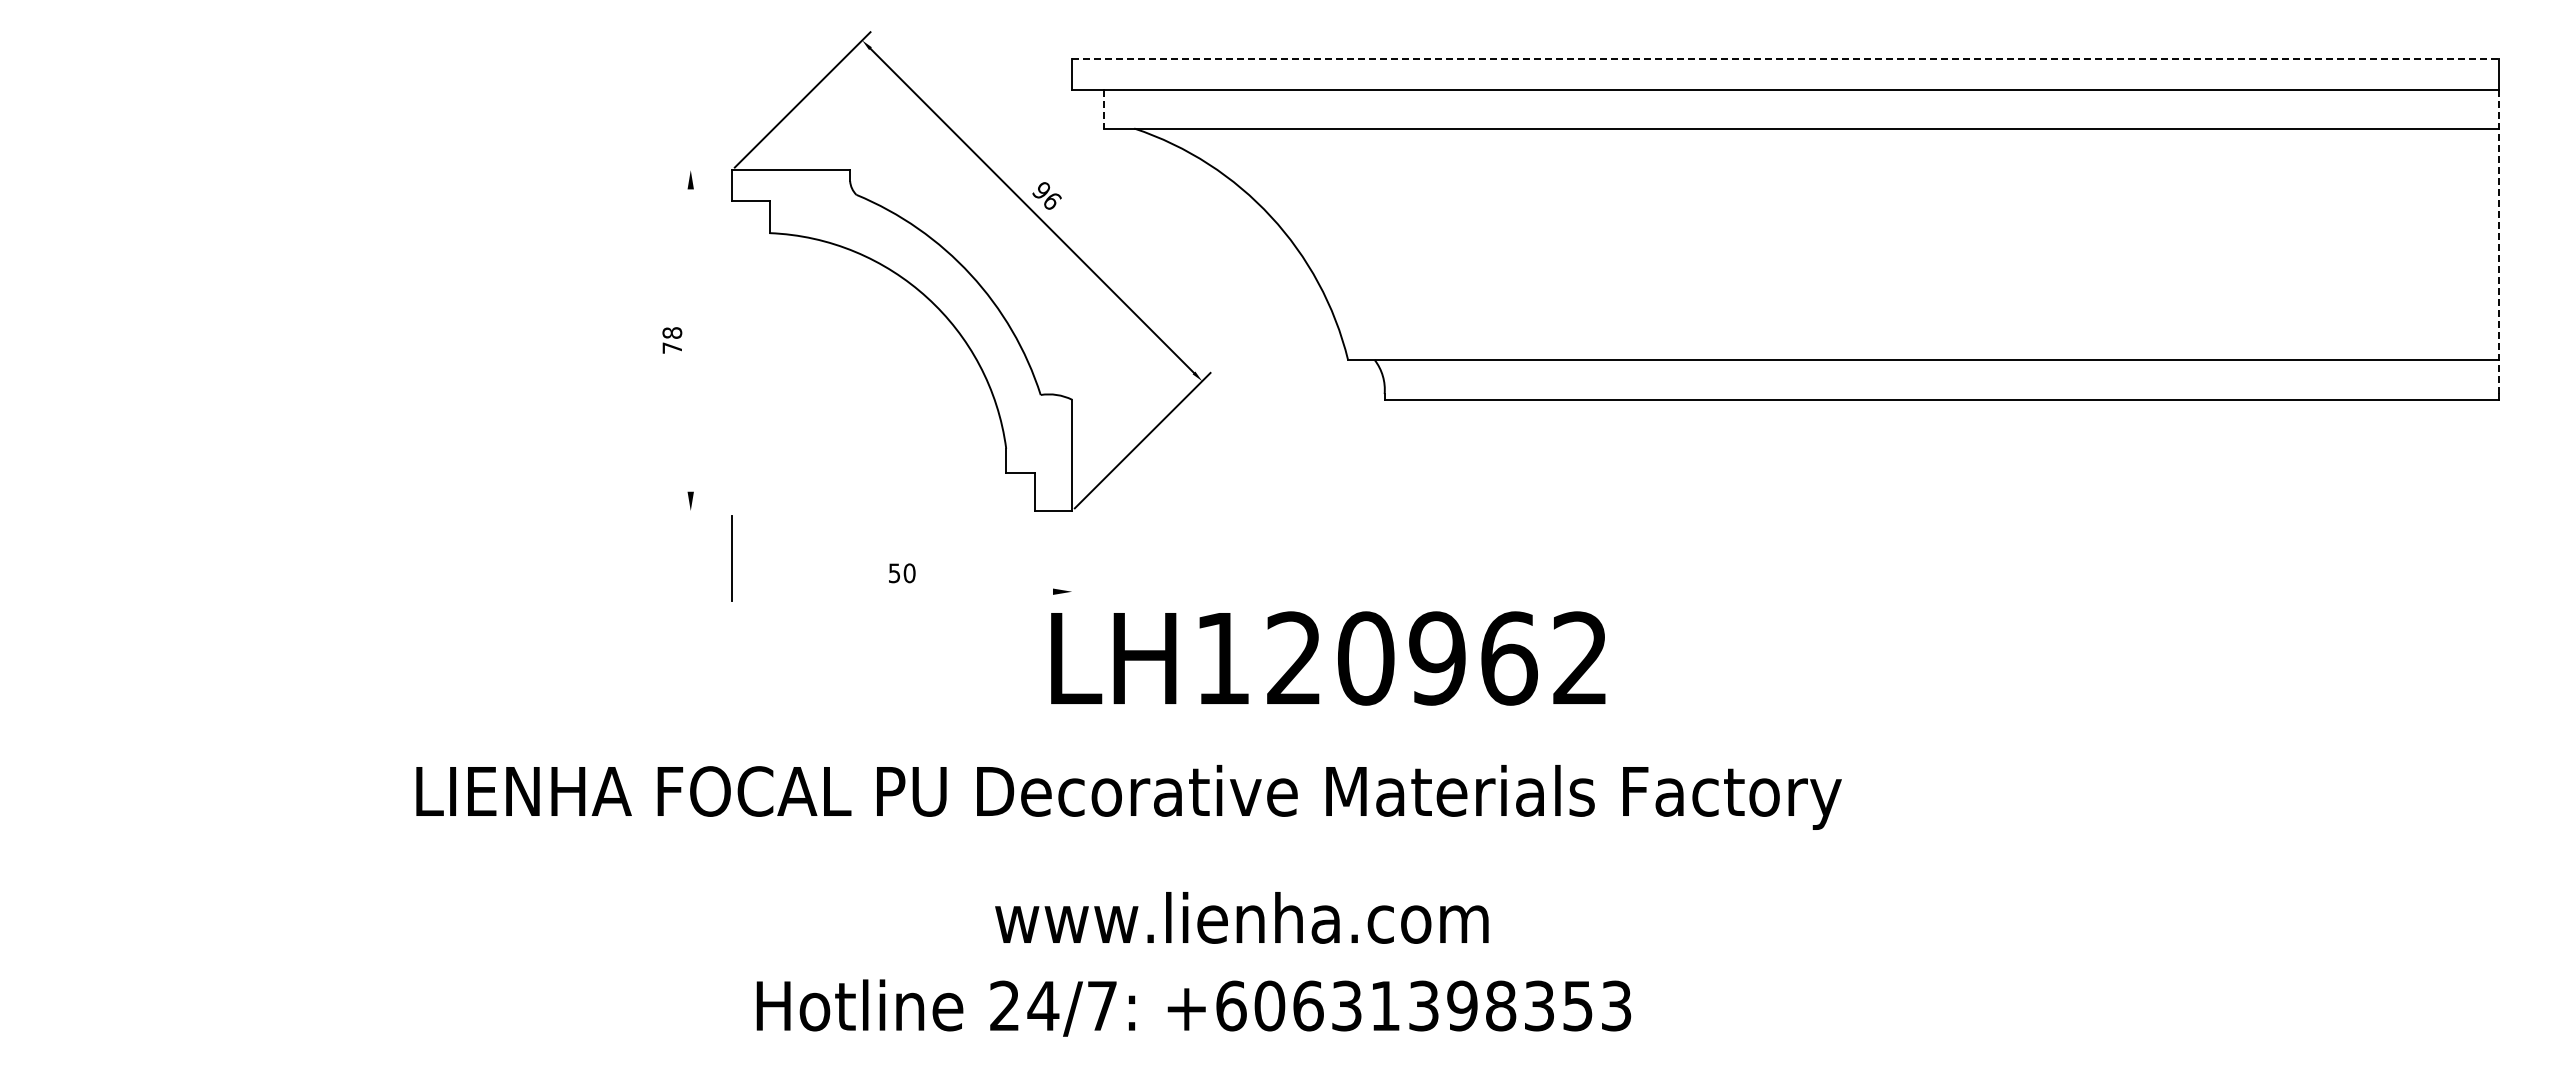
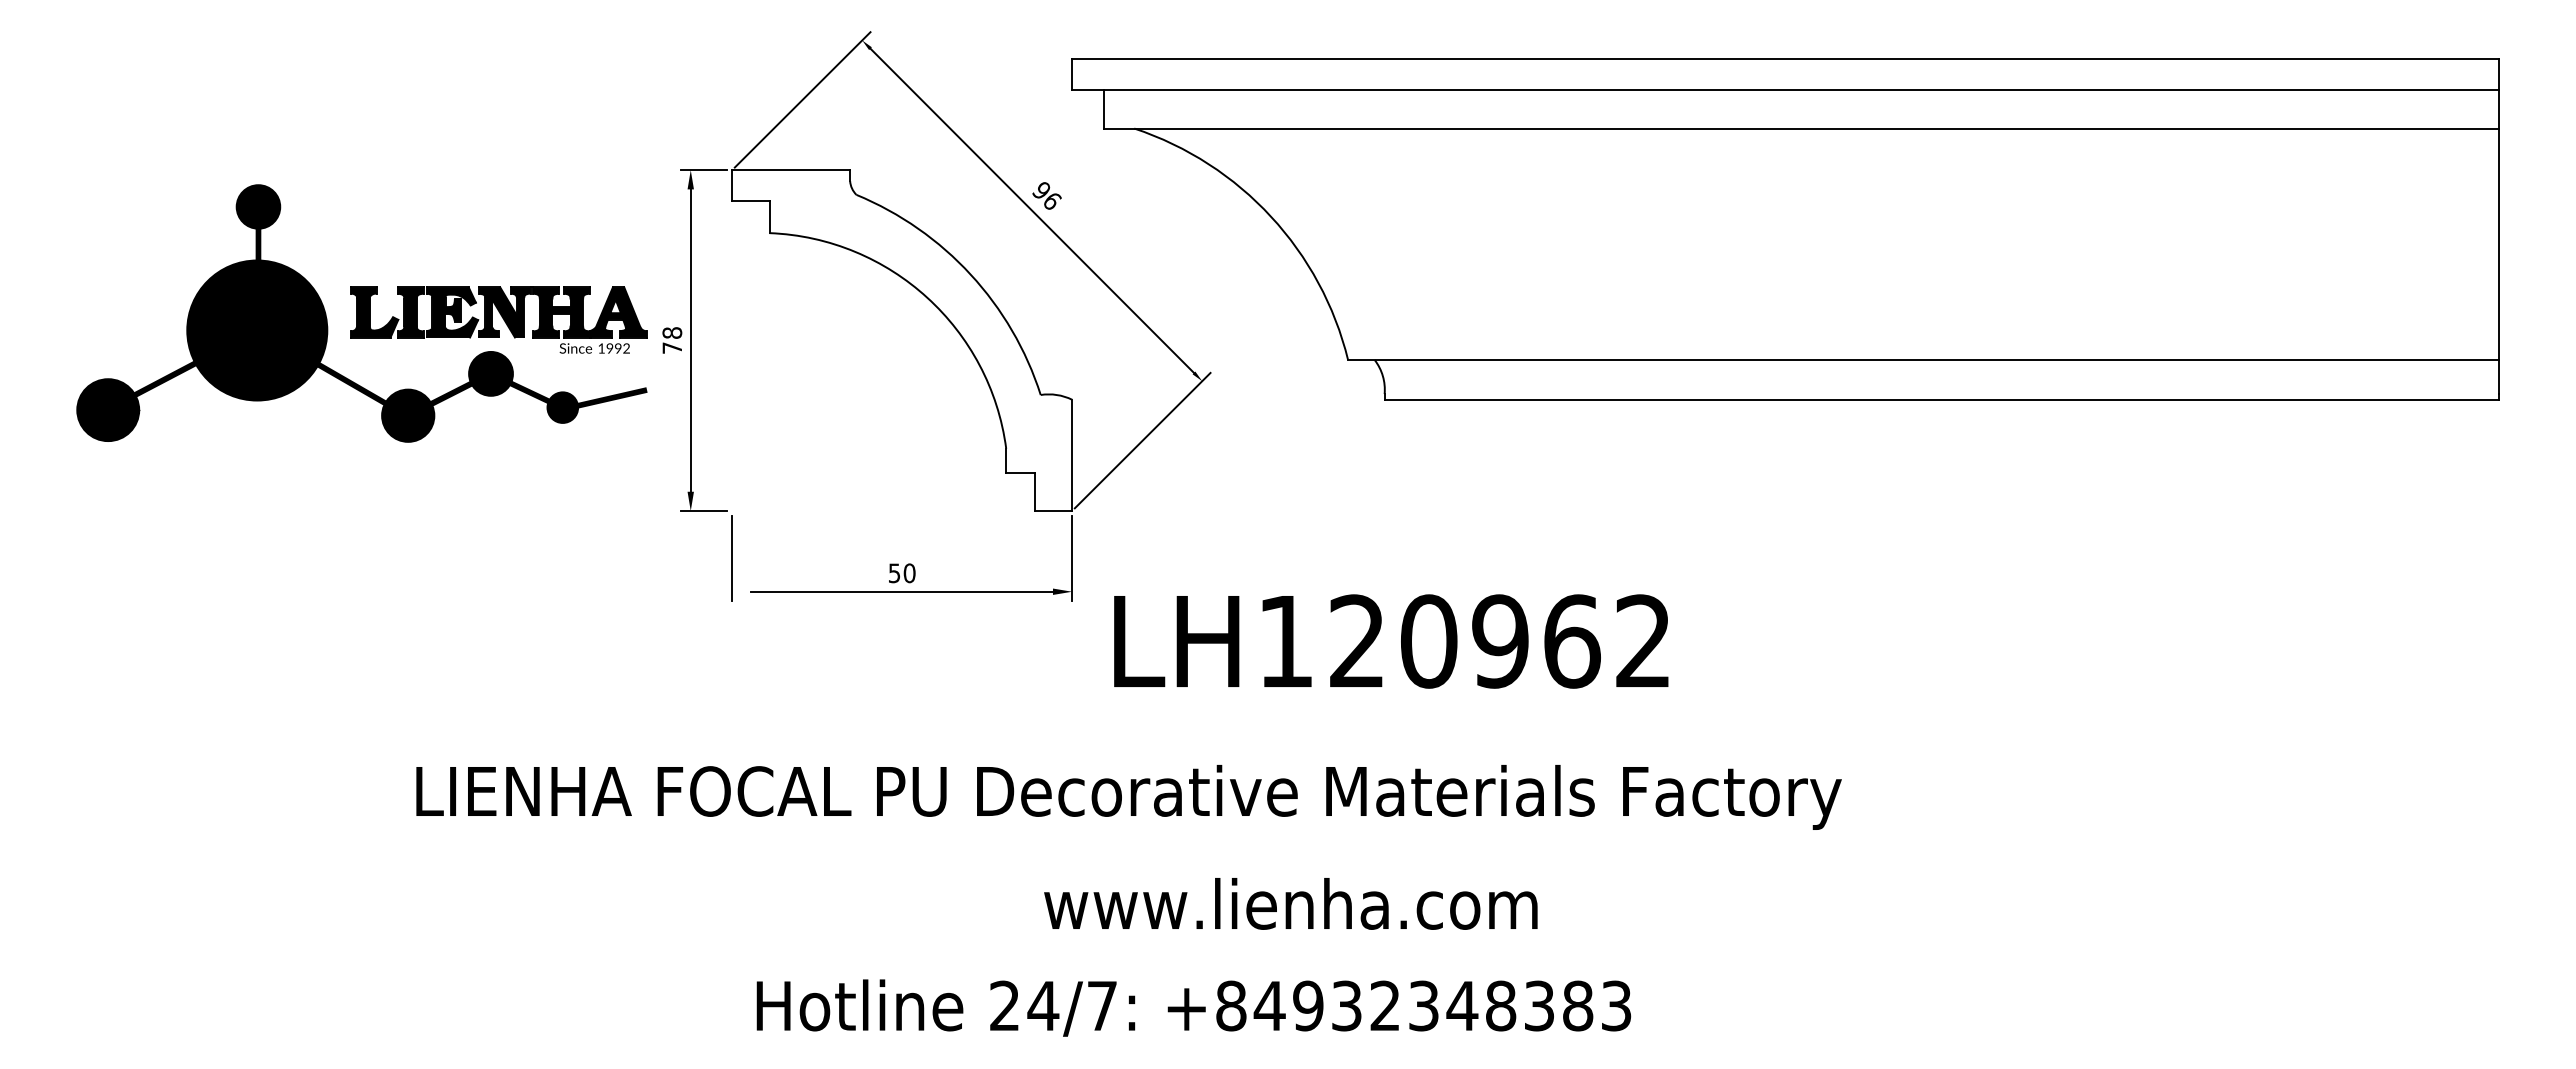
line at (1785, 58): dashed -> solid
line at (1104, 109): dashed -> solid
line at (704, 170): none -> present
line at (2498, 242): dashed -> solid
part at (361, 313): none -> present
line at (690, 340): none -> present
line at (704, 510): none -> present
line at (1072, 558): none -> present
line at (901, 591): none -> present
text at (1328, 658) position: (1328, 658) -> (1391, 641)
text at (1241, 917) position: (1241, 917) -> (1290, 903)
text at (1404, 1005): +60631398353 -> +84932348383
